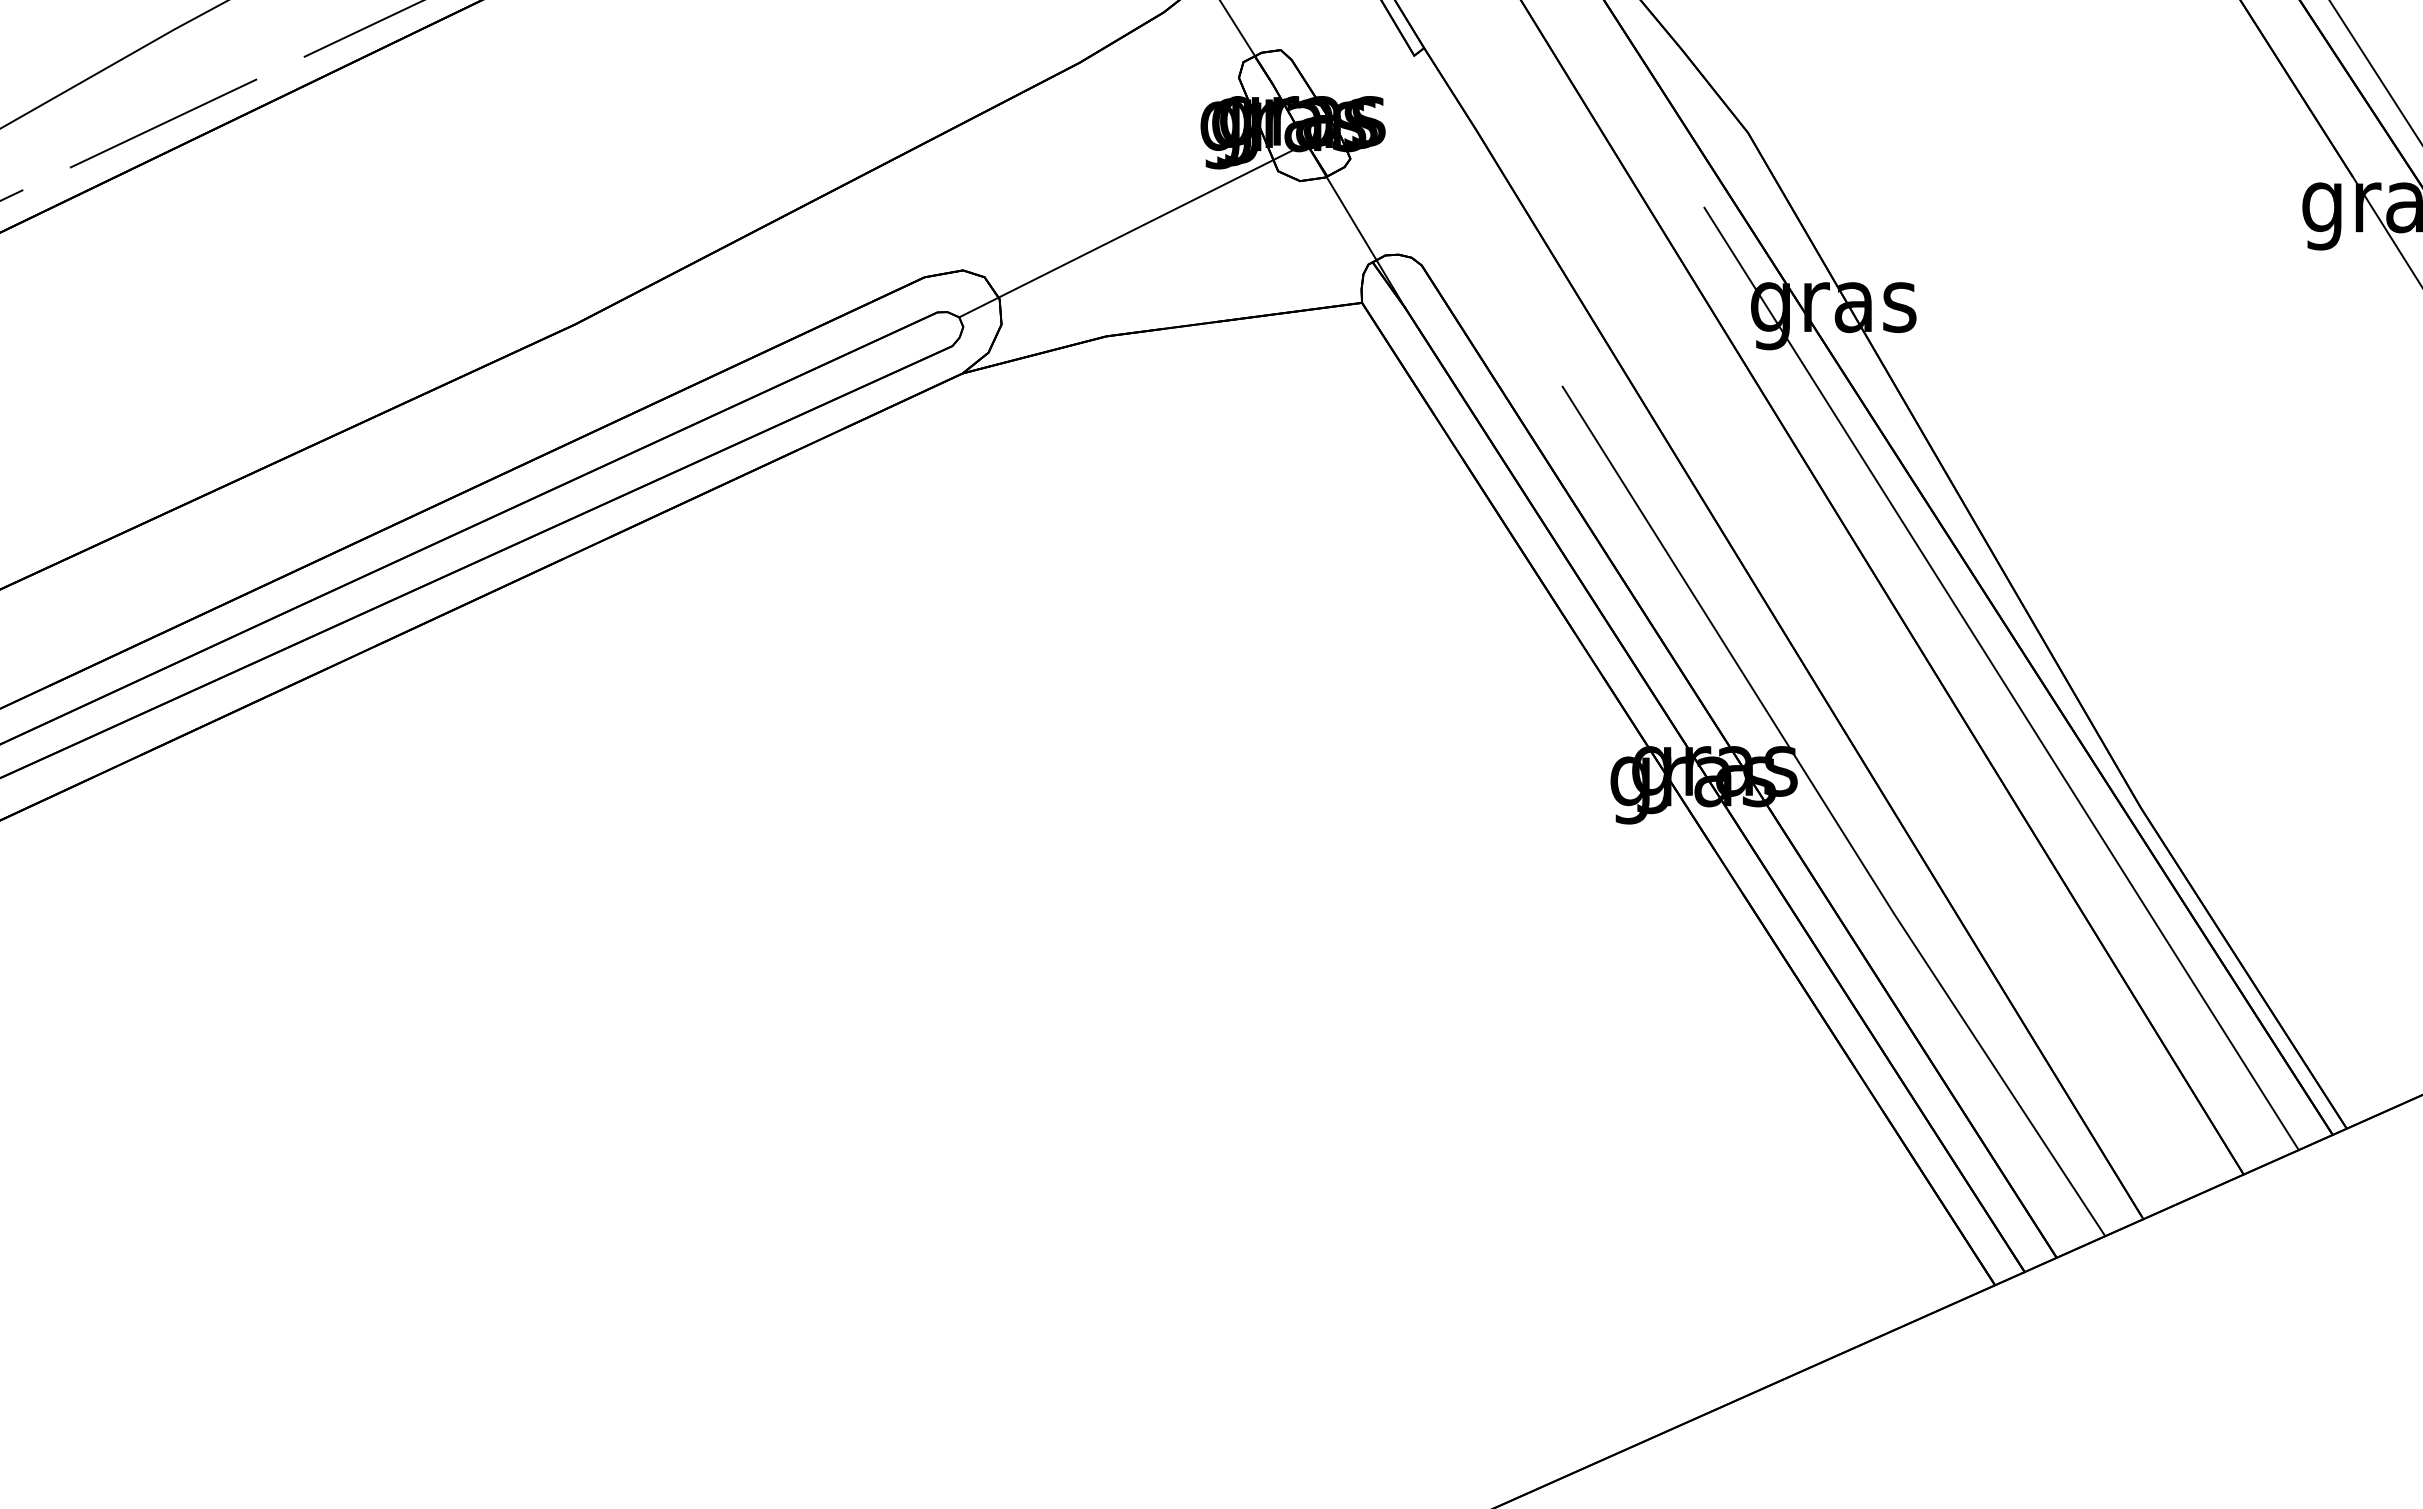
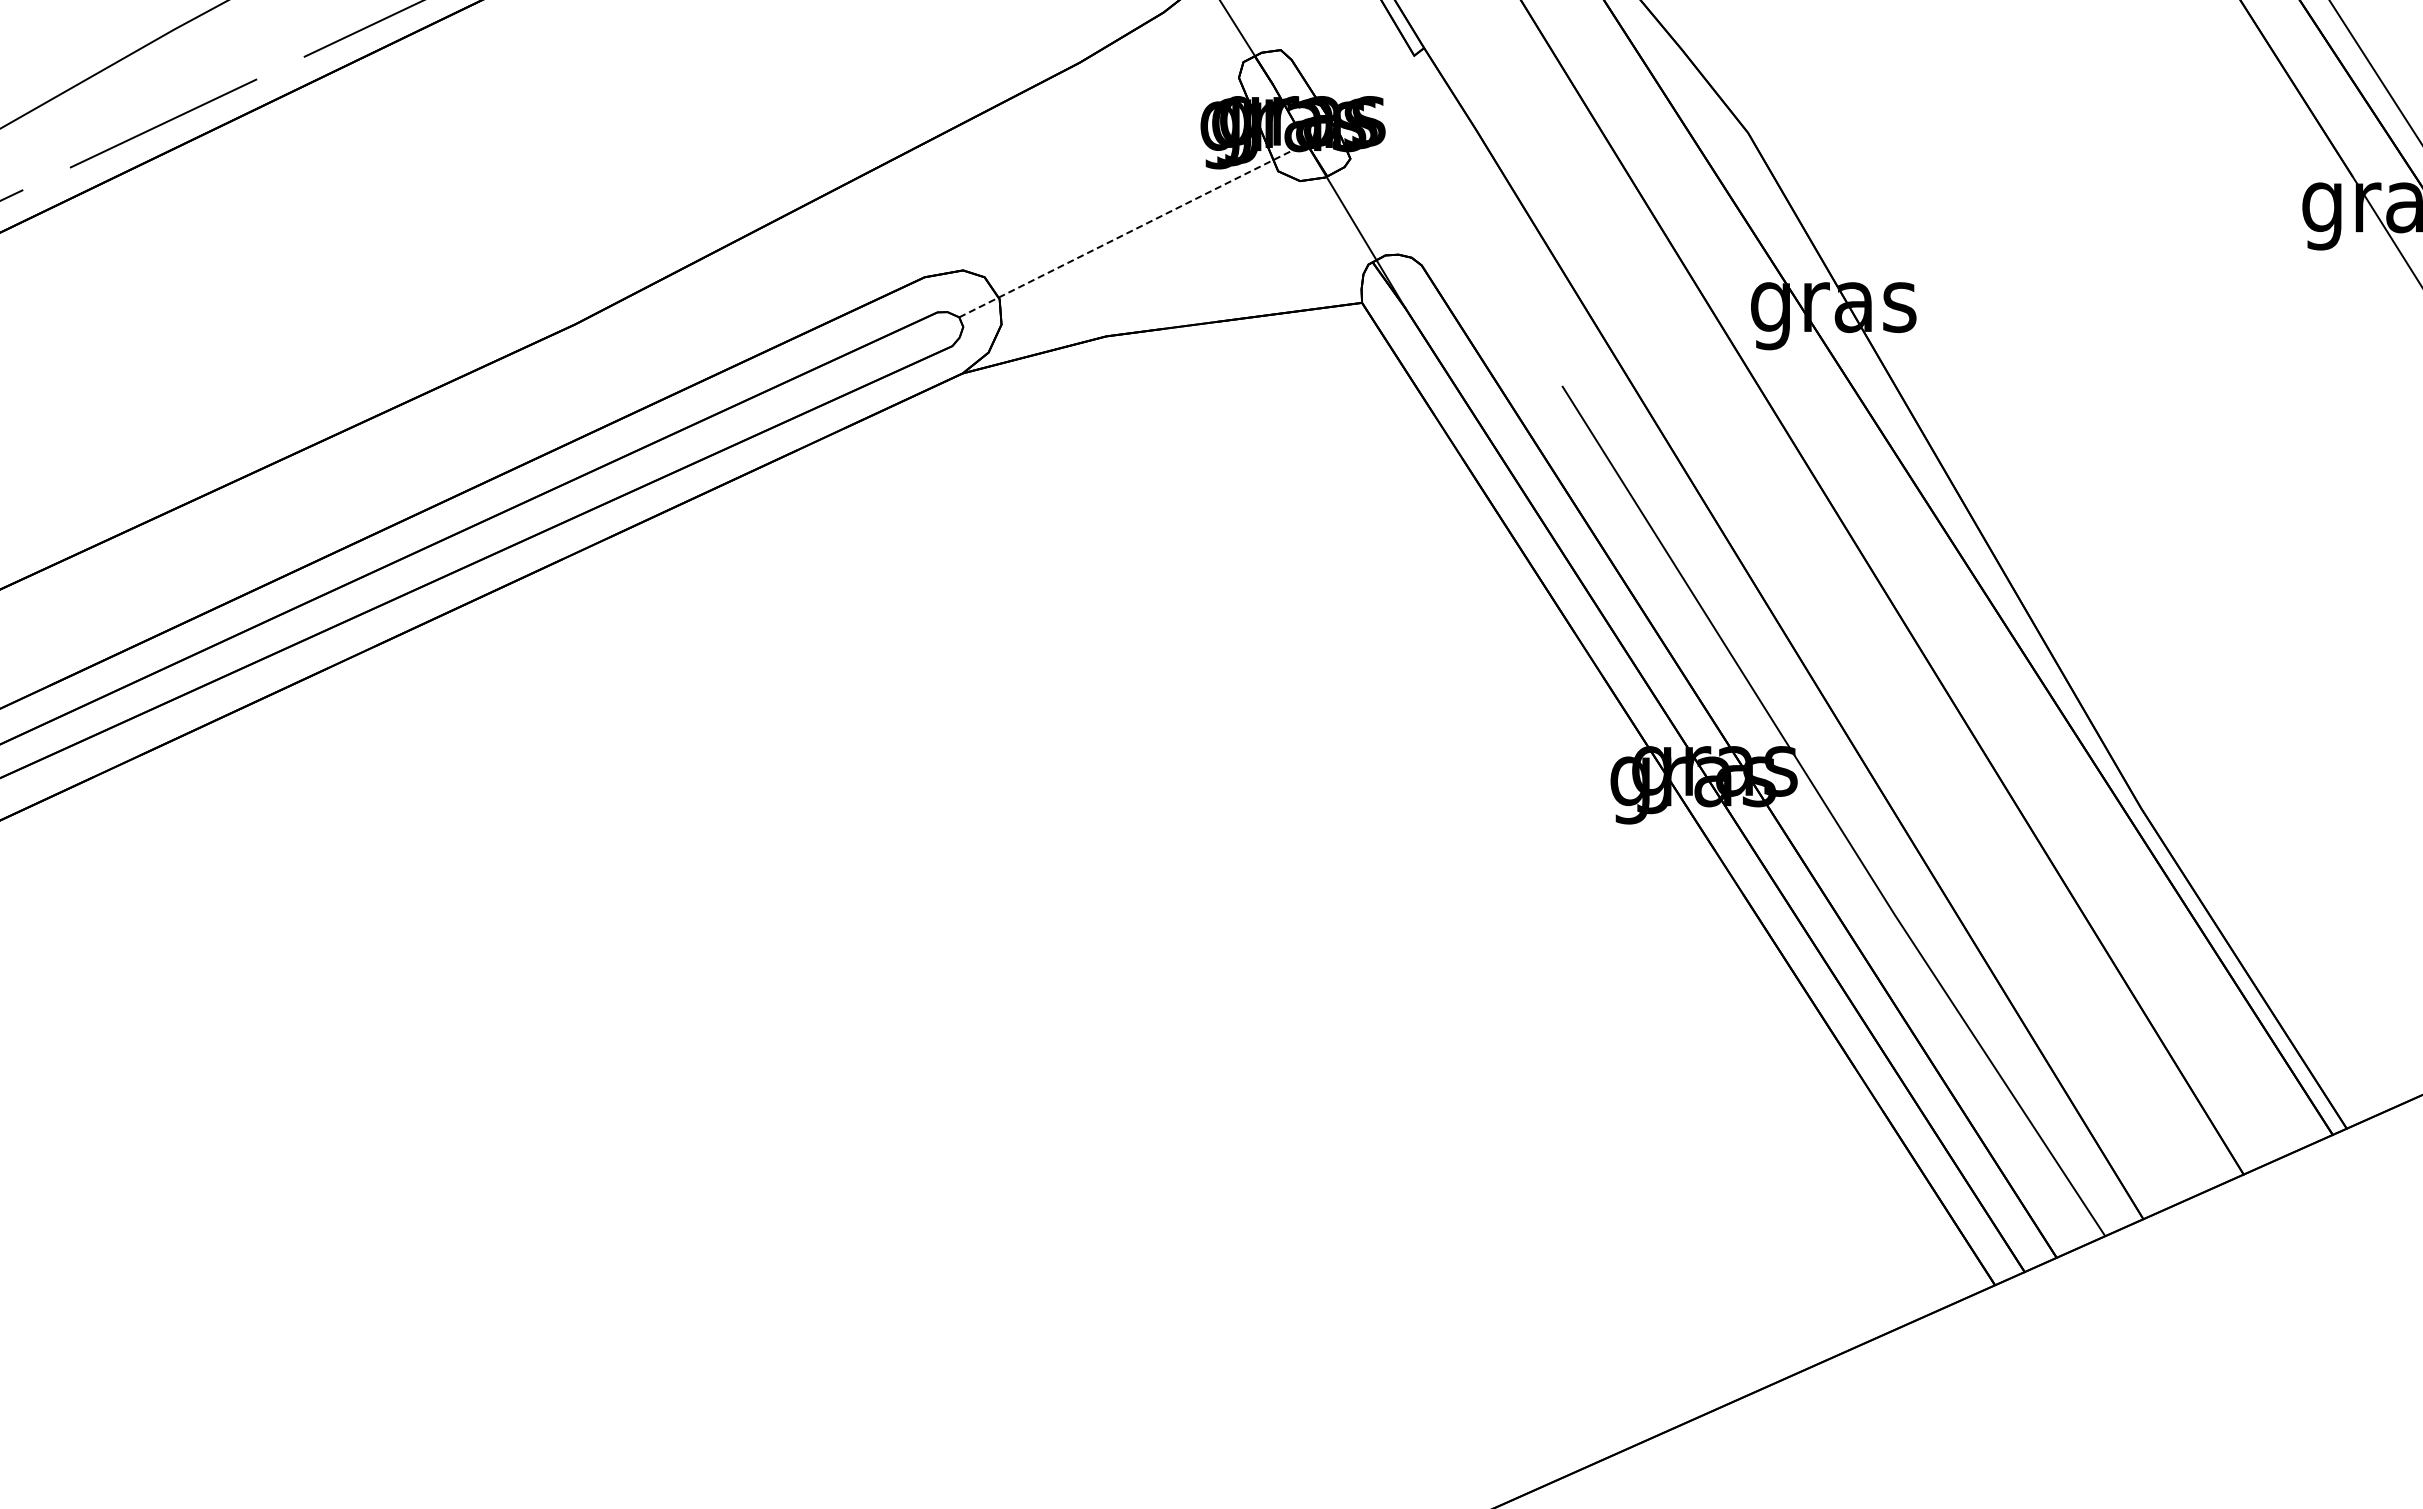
line at (1133, 230): solid -> dashed
line at (2001, 678): present -> none
